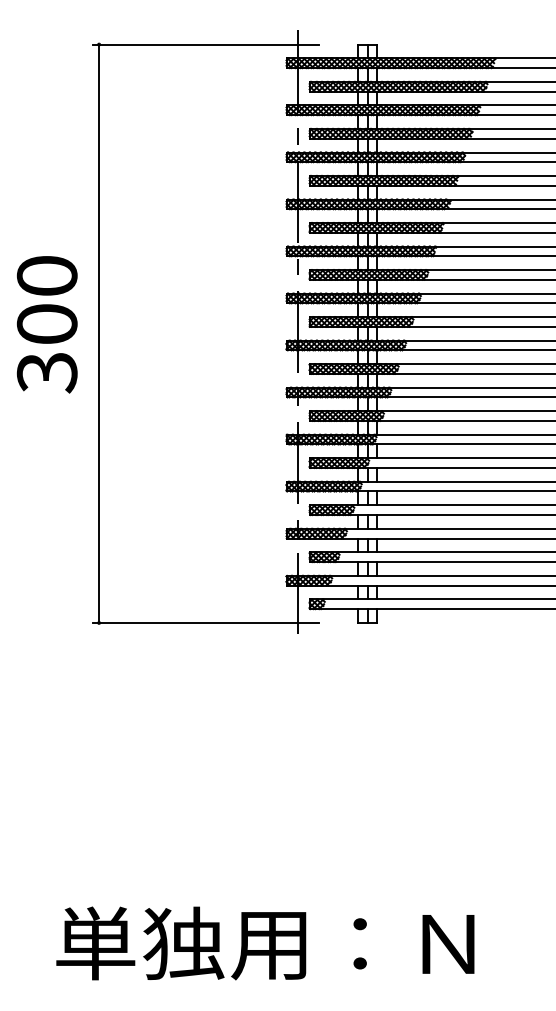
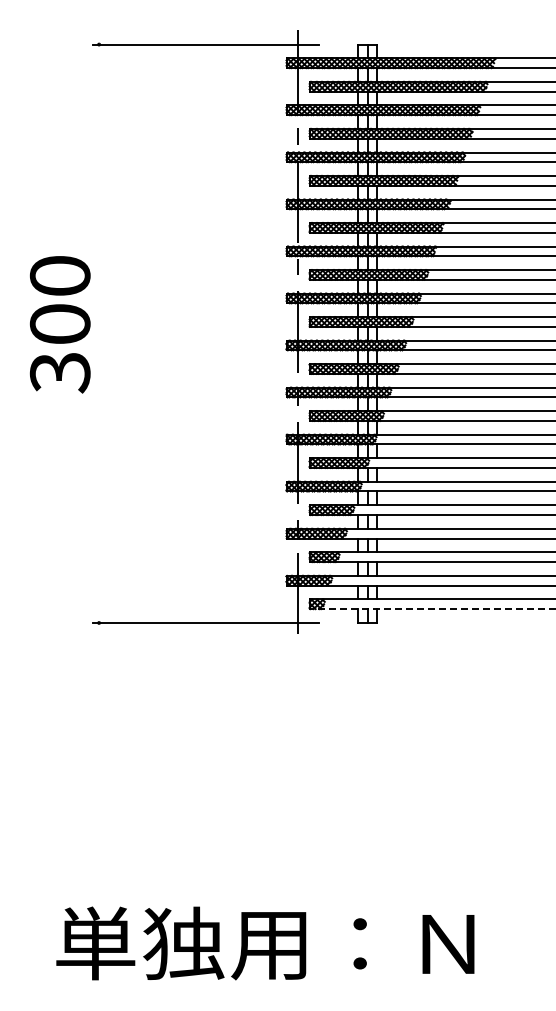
text at (46, 324) position: (46, 324) -> (59, 324)
line at (99, 333): present -> none
line at (432, 609): solid -> dashed
